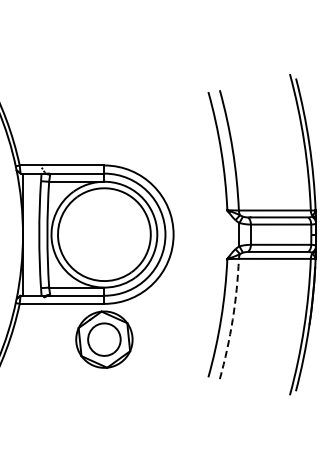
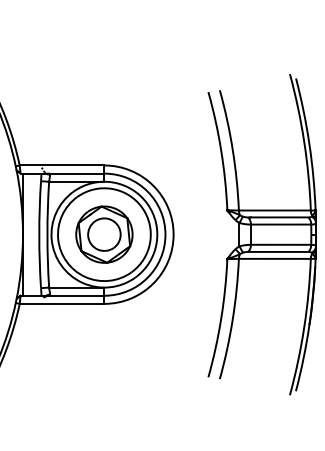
arc at (232, 319): dashed -> solid
part at (104, 339) position: (104, 339) -> (104, 234)
